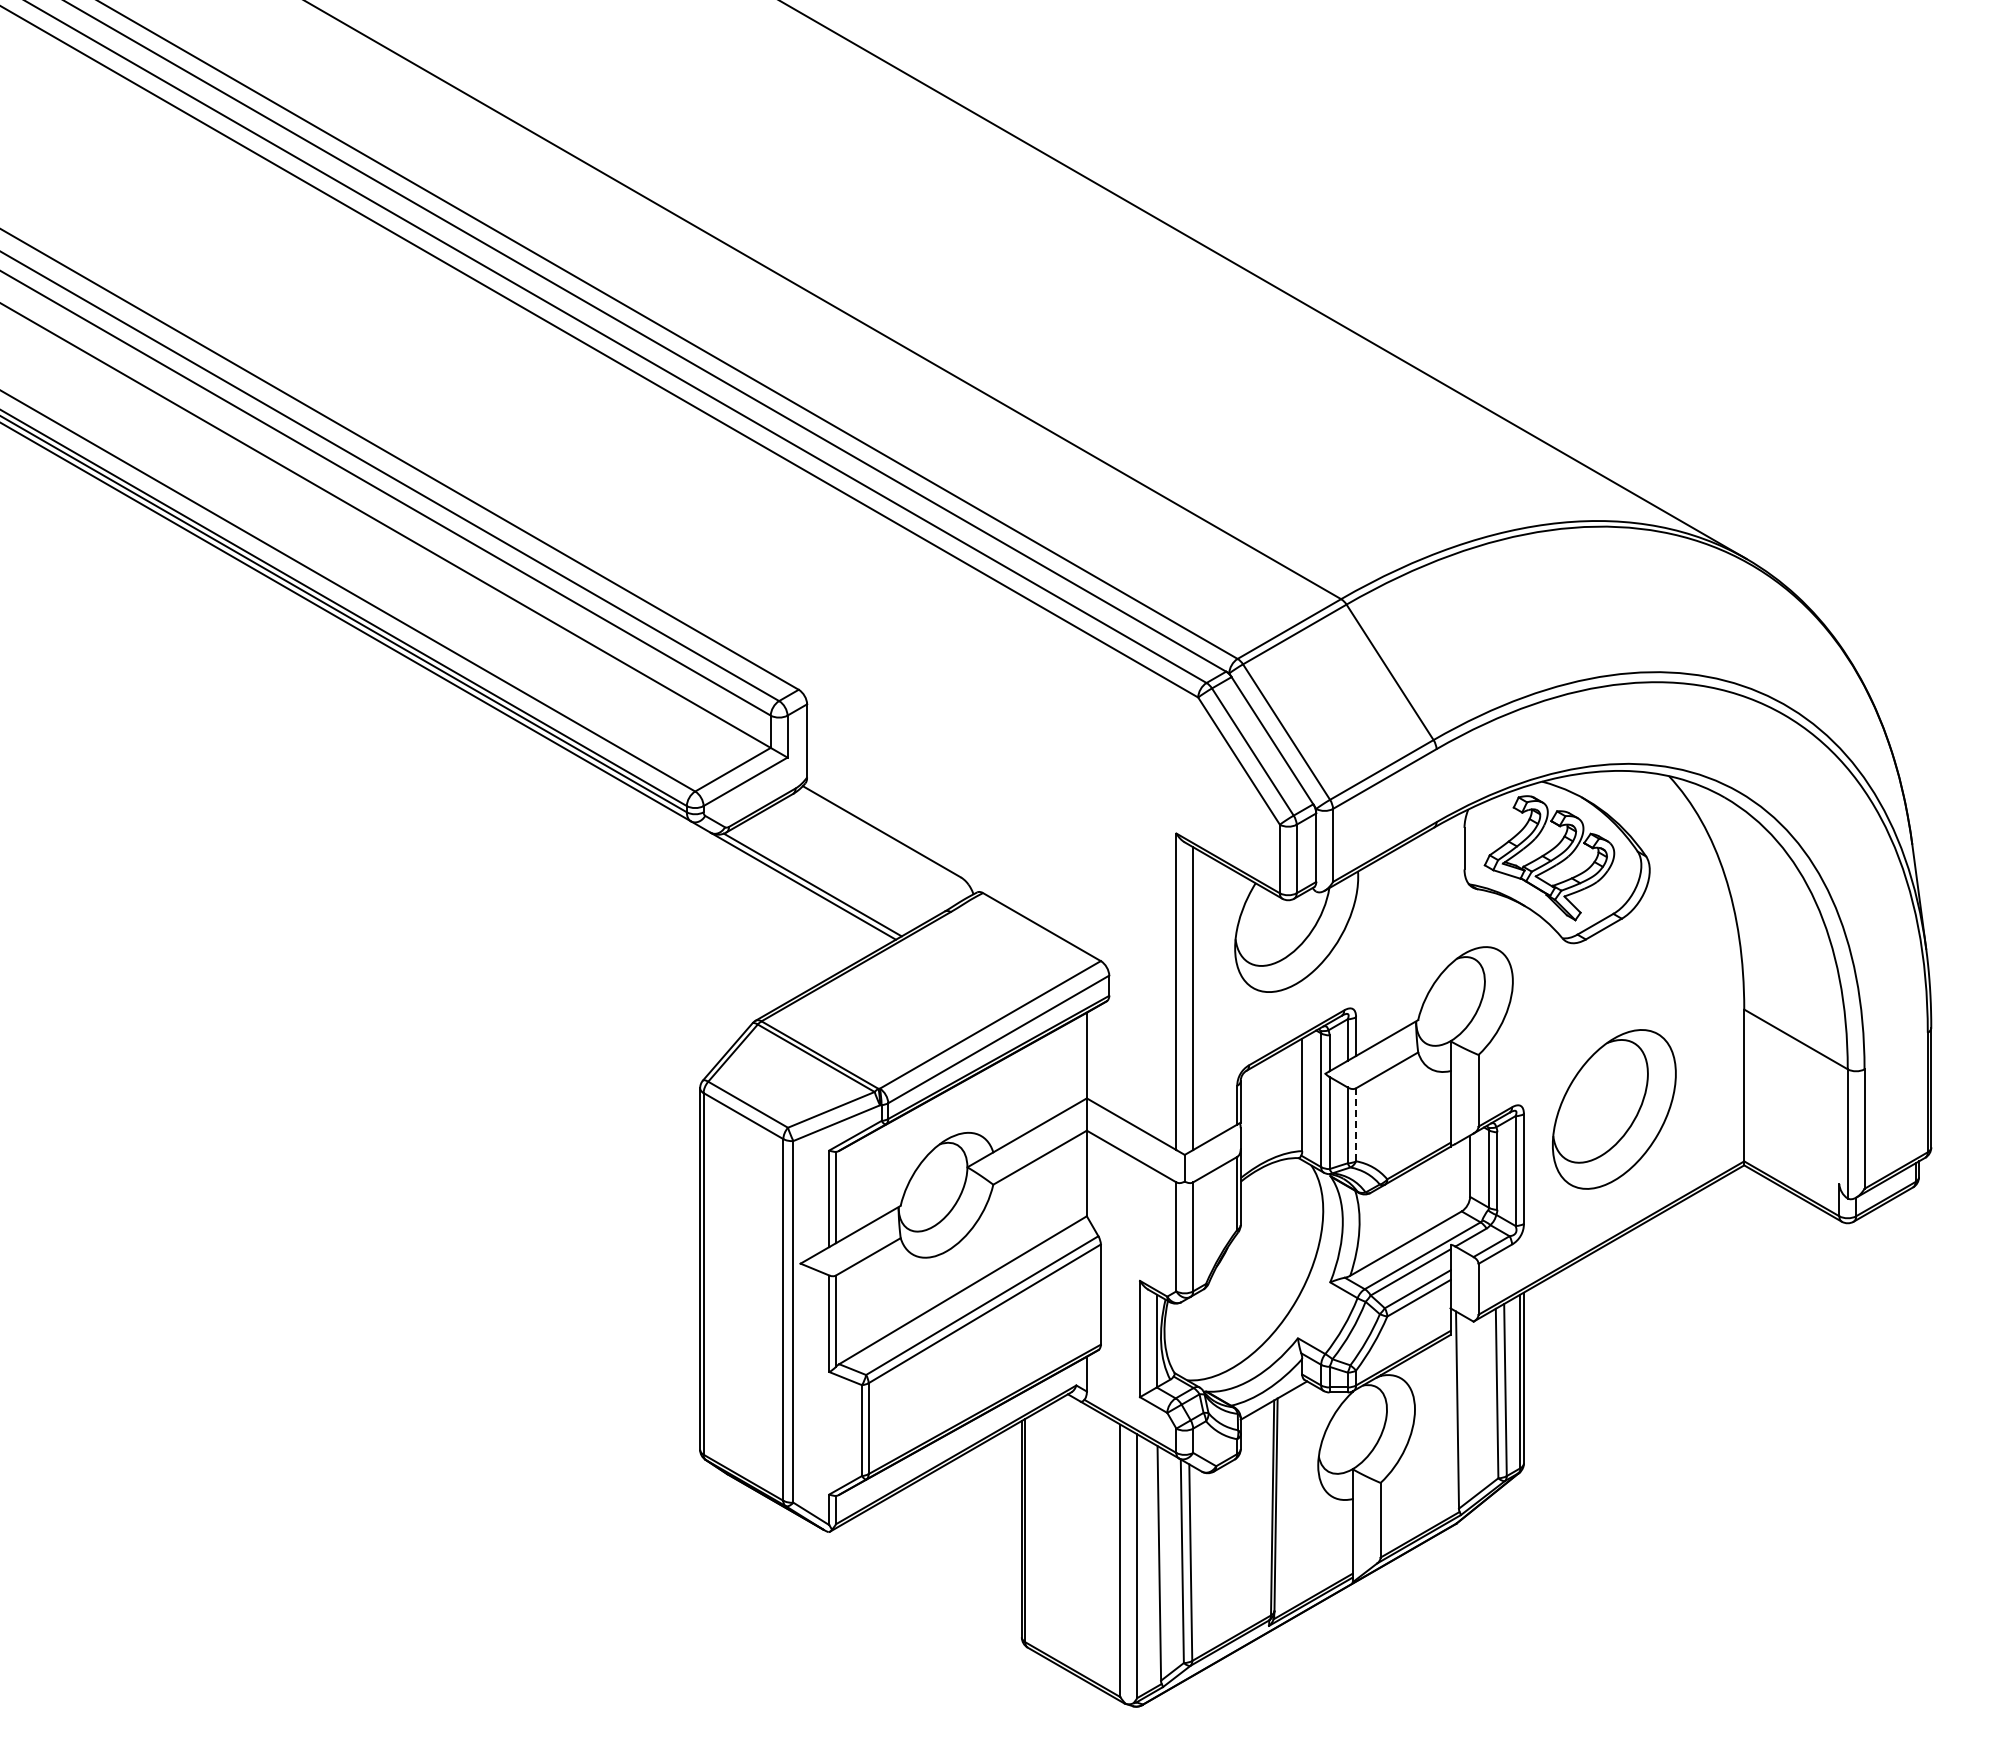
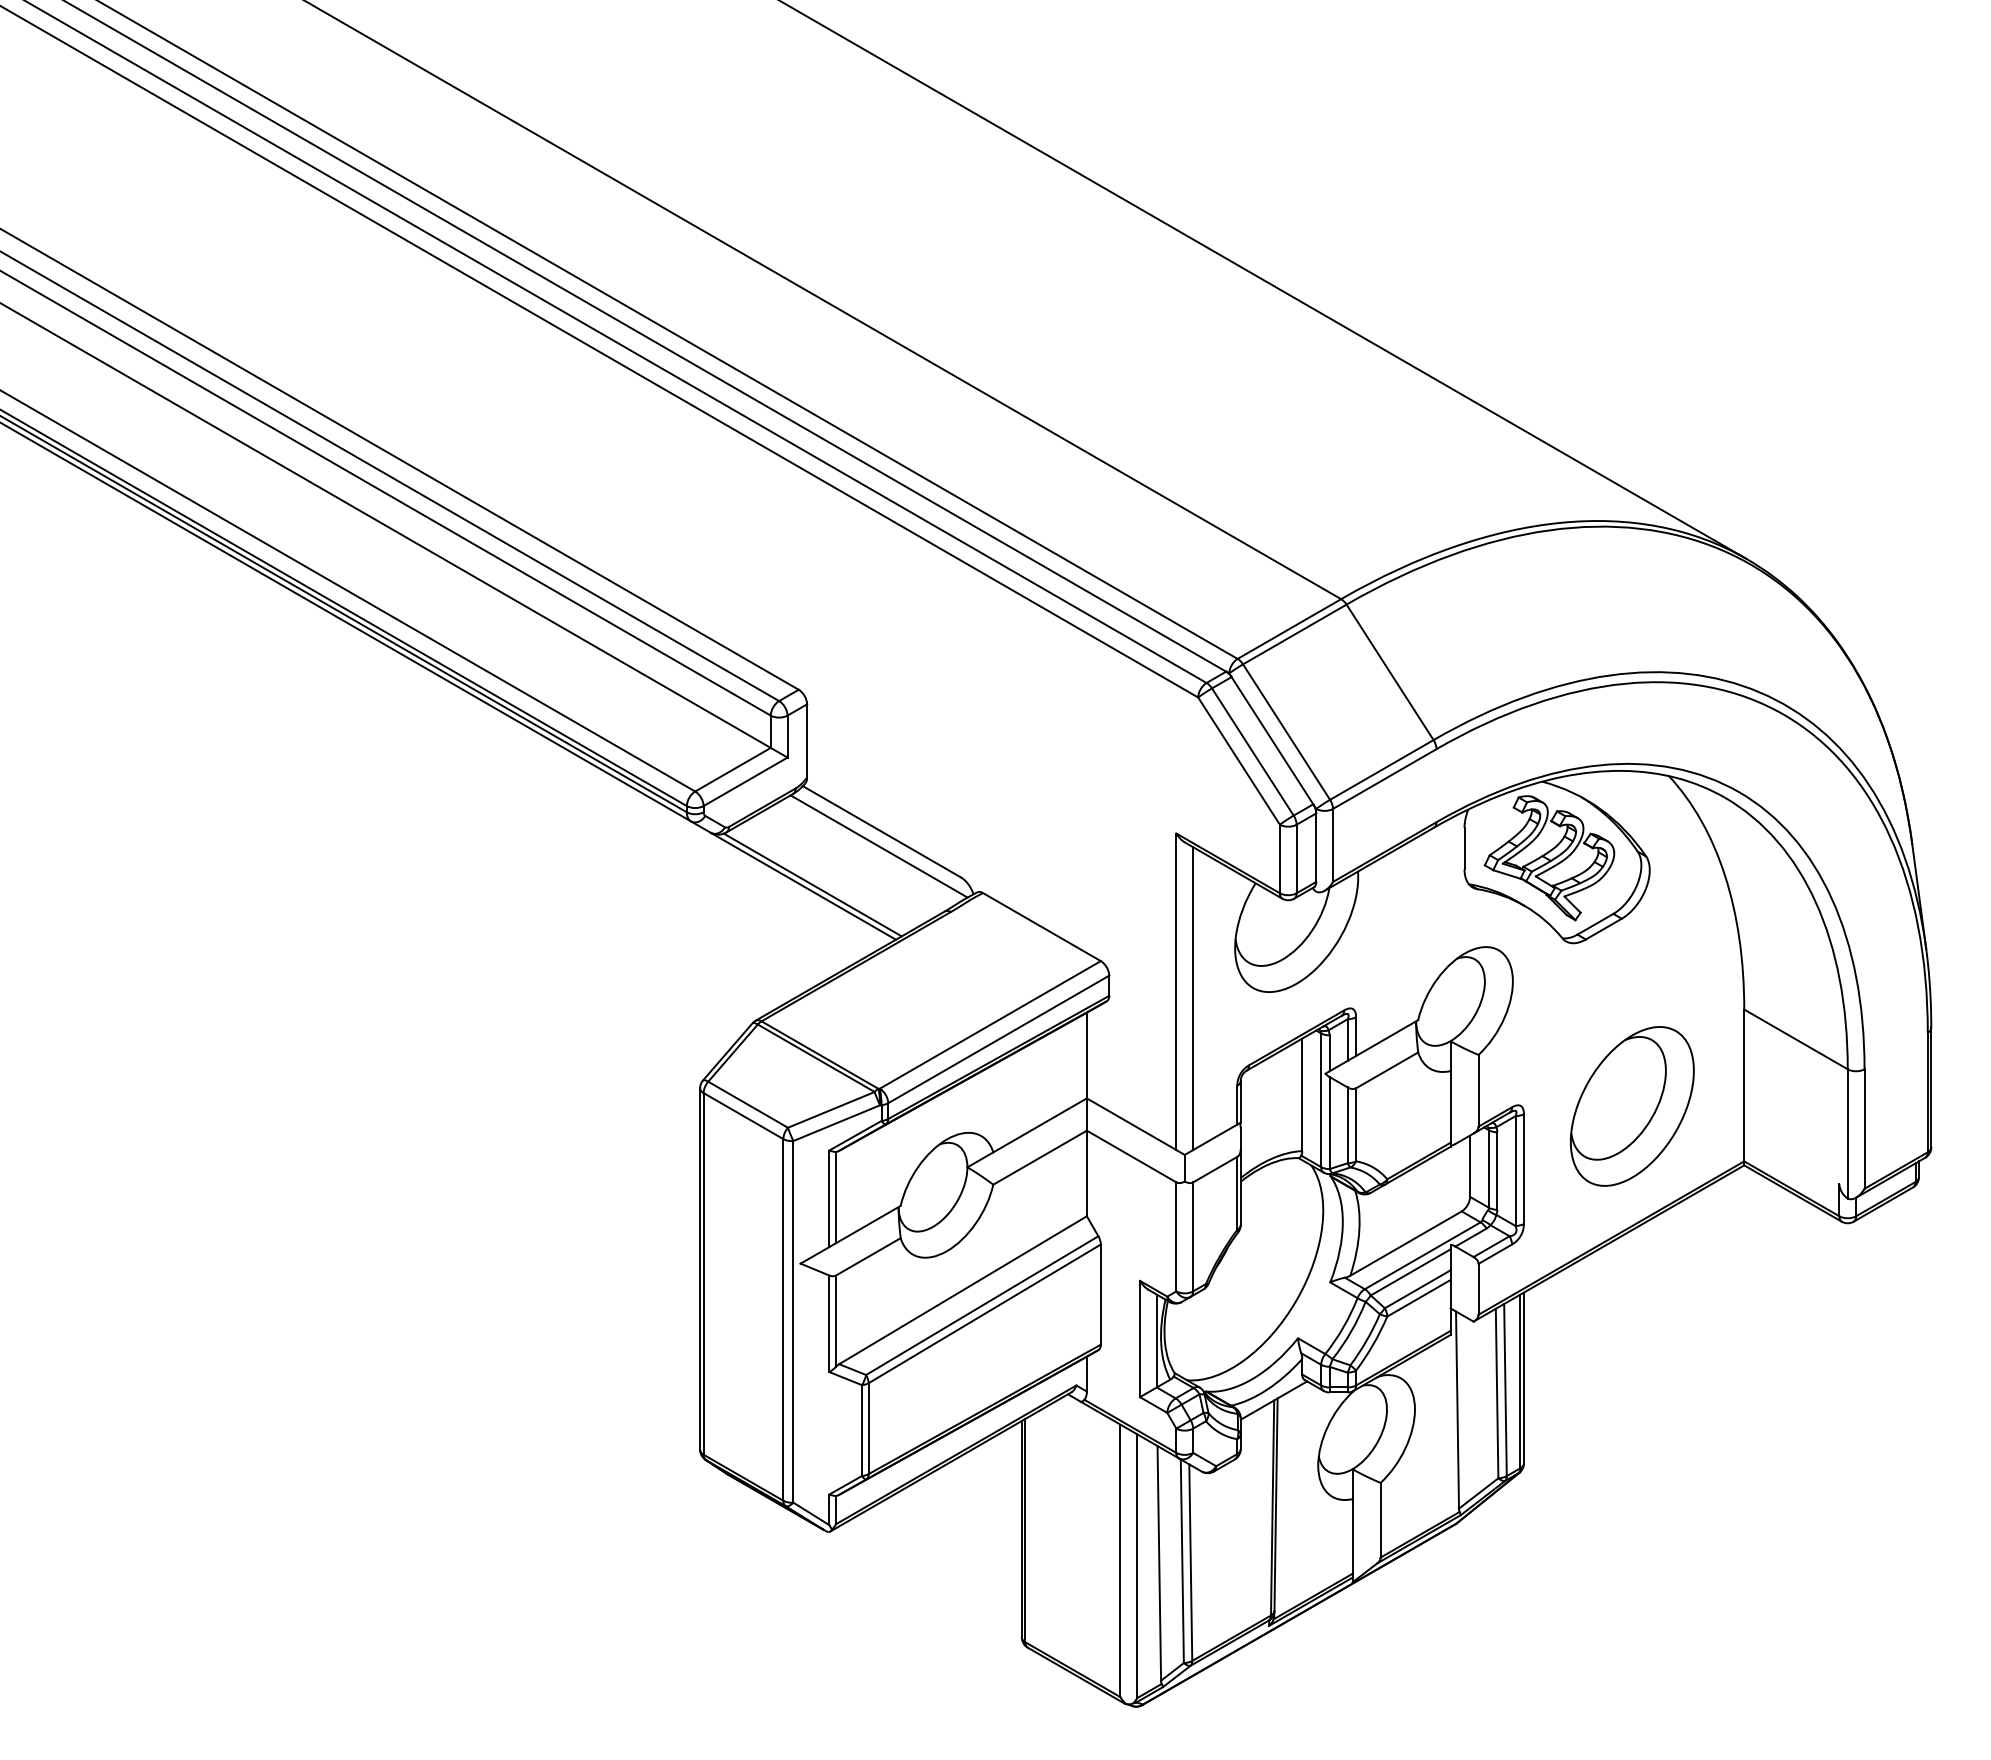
line at (878, 846): none -> present
part at (1614, 1109) position: (1614, 1109) -> (1632, 1106)
line at (1356, 1124): dashed -> solid
